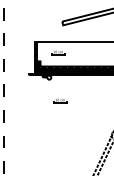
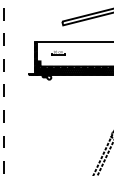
part at (60, 101): present -> none
